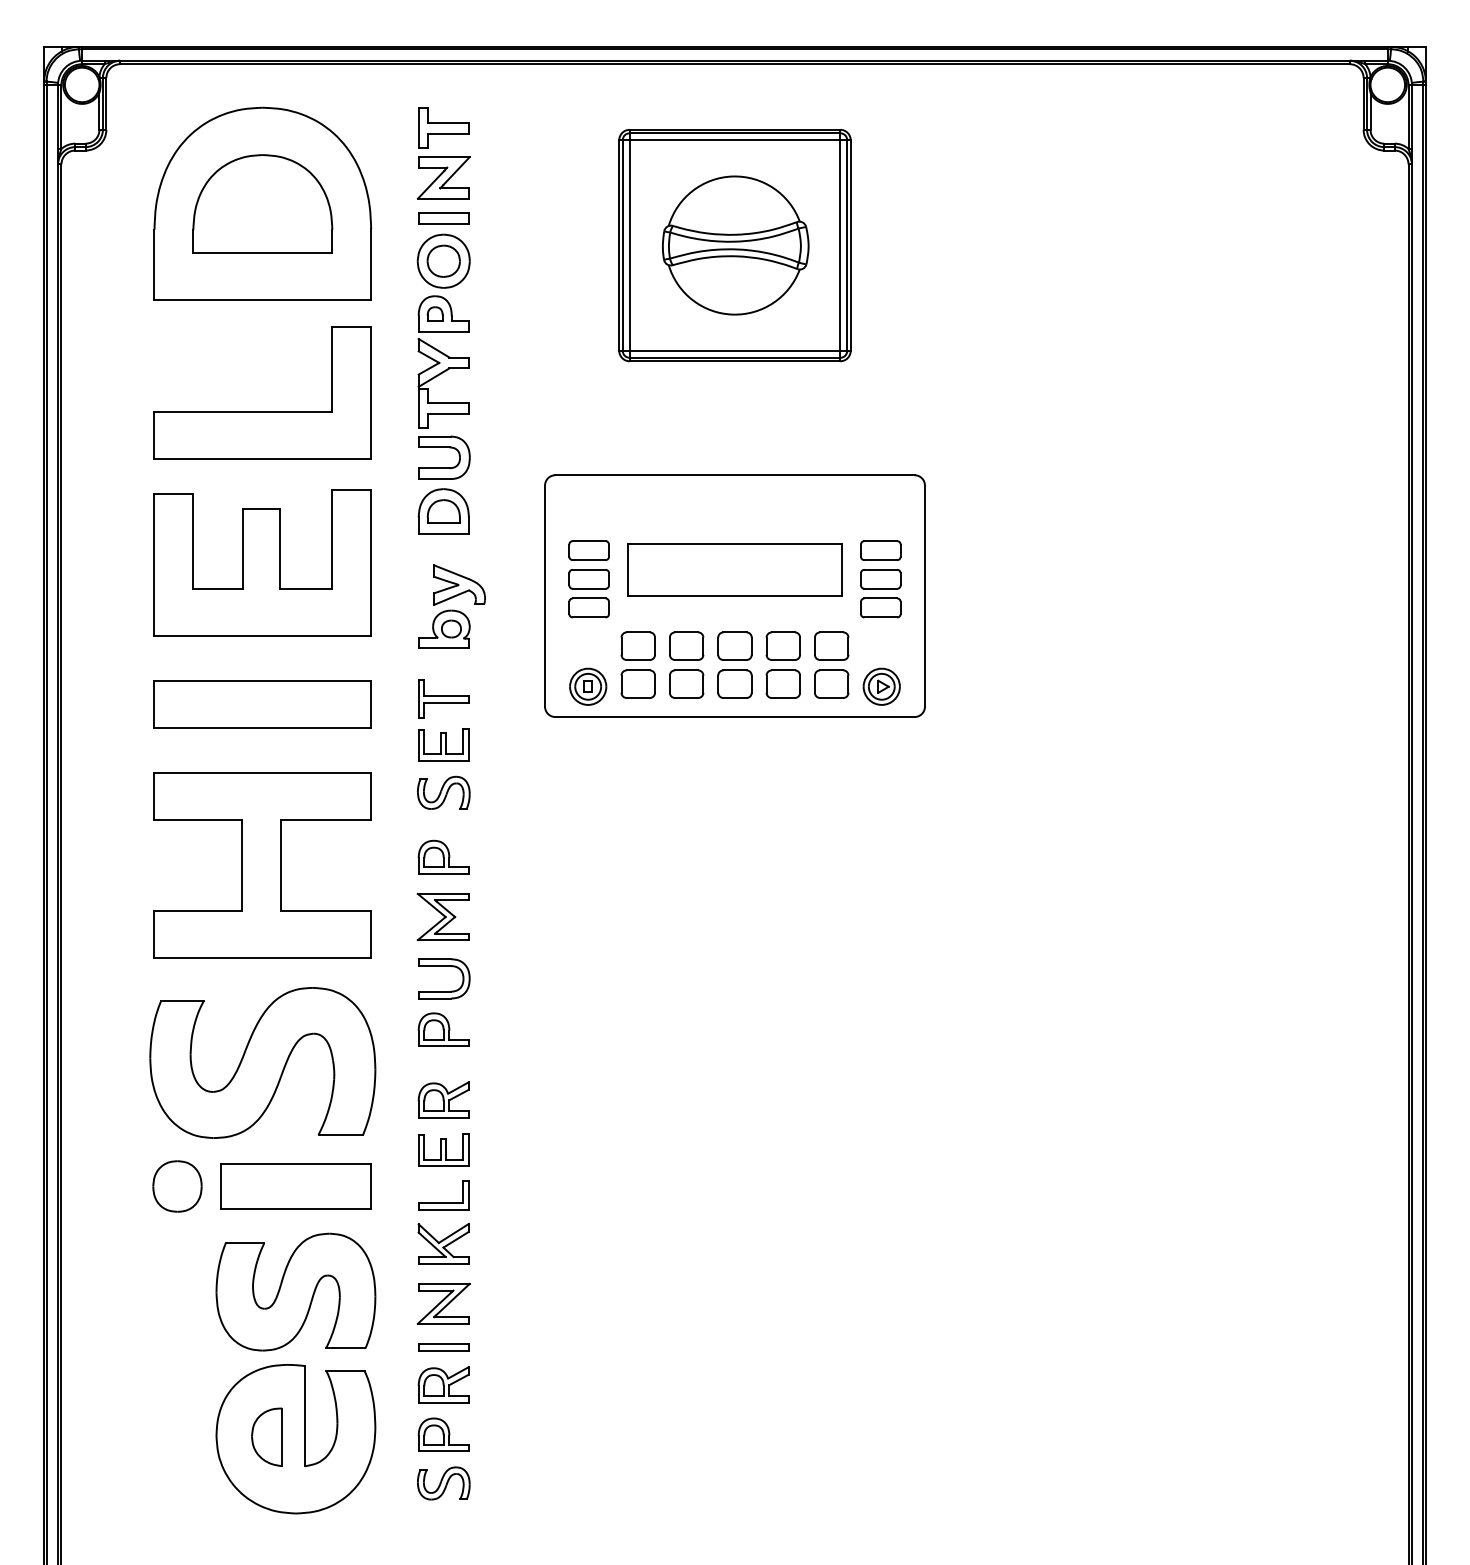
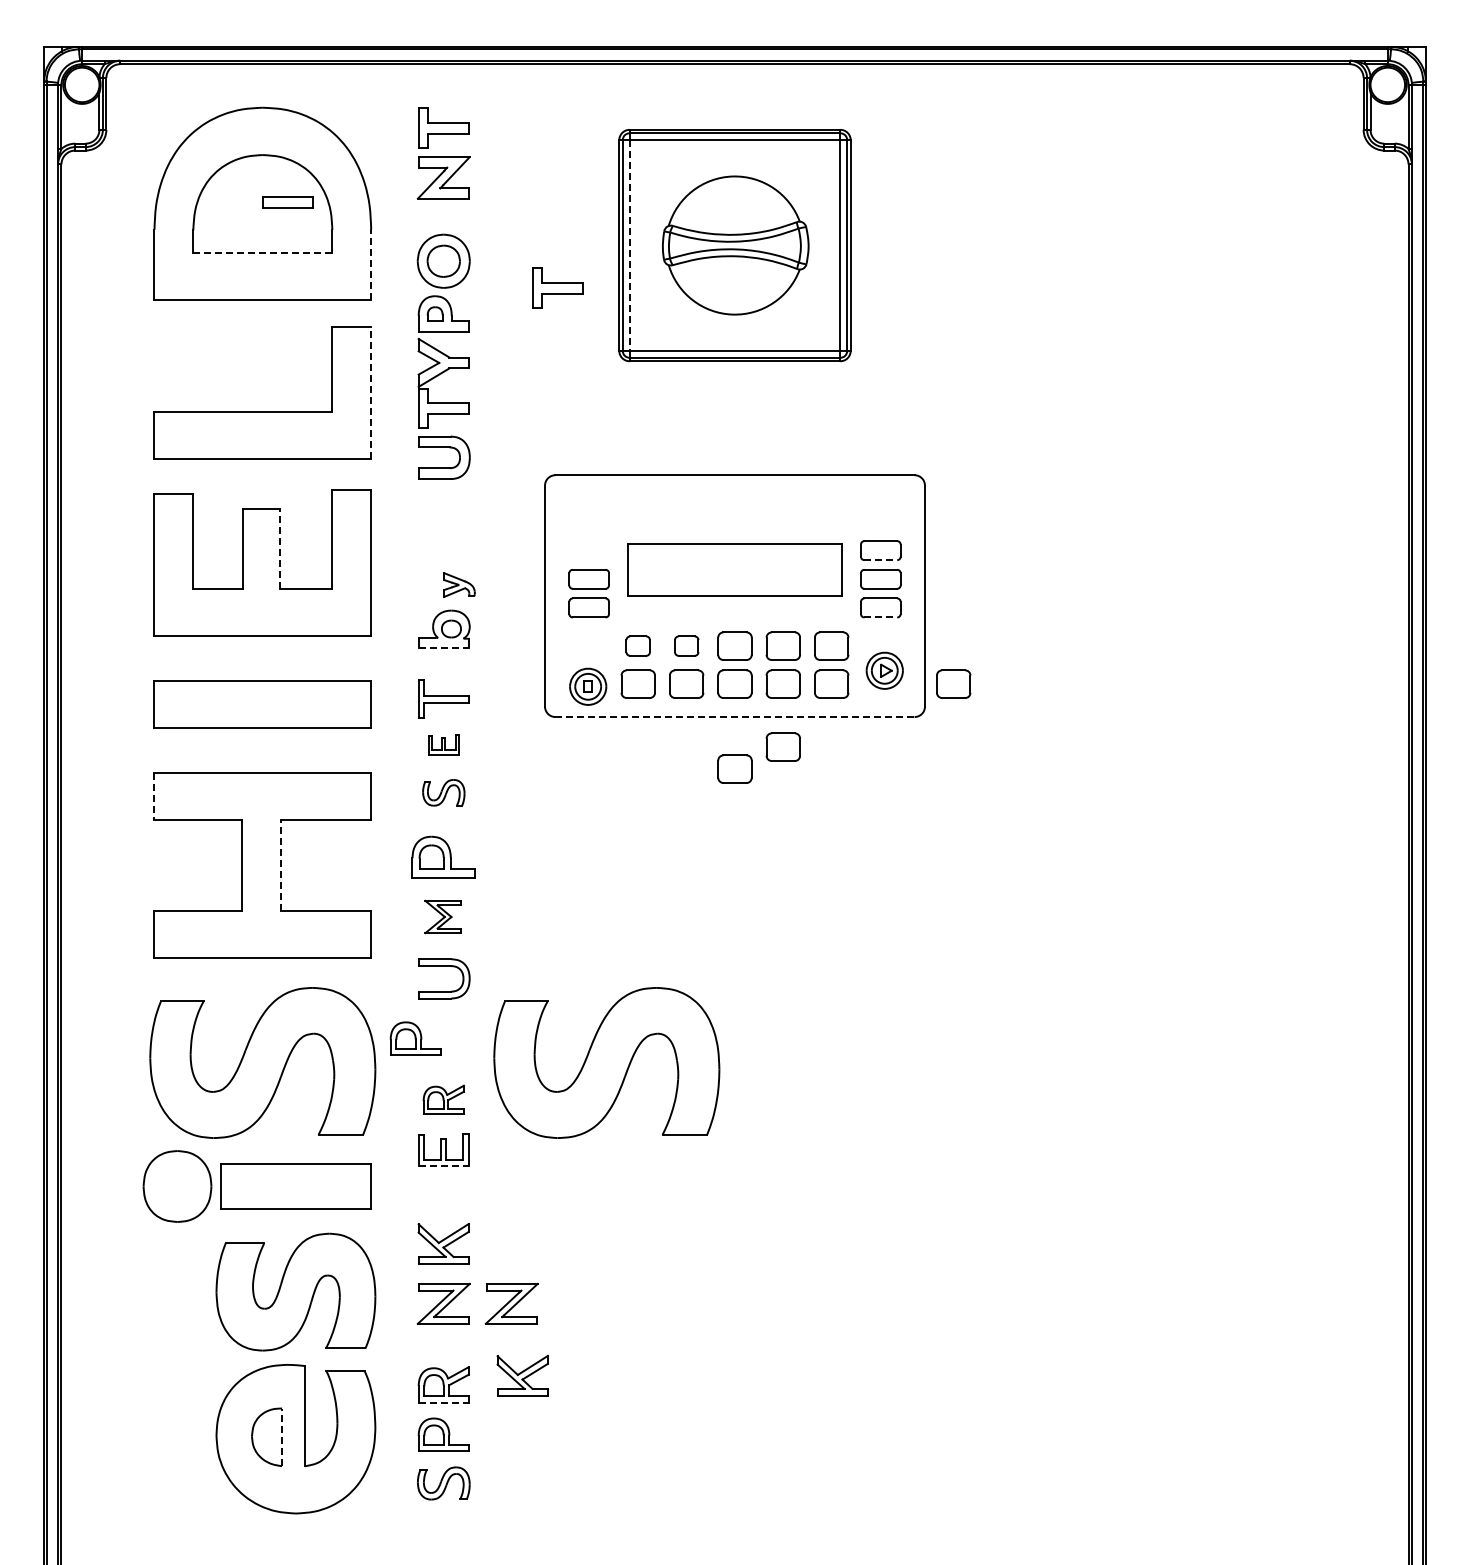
part at (443, 218) position: (443, 218) -> (287, 202)
line at (629, 246): solid -> dashed
line at (262, 253): solid -> dashed
line at (371, 264): solid -> dashed
part at (557, 287): none -> present
line at (371, 392): solid -> dashed
part at (443, 511): present -> none
line at (280, 548): solid -> dashed
part at (588, 550): present -> none
line at (881, 560): solid -> dashed
part at (459, 584) size: 53x42 px -> 33x26 px
line at (881, 617): solid -> dashed
part at (637, 645) size: 36x30 px -> 26x22 px
part at (686, 645) size: 36x30 px -> 26x22 px
line at (444, 648): solid -> dashed
part at (953, 683): none -> present
part at (881, 686) position: (881, 686) -> (884, 670)
line at (735, 717): solid -> dashed
part at (443, 744) size: 52x34 px -> 32x22 px
part at (782, 746): none -> present
part at (734, 768): none -> present
part at (443, 792) size: 54x35 px -> 44x28 px
line at (154, 796): solid -> dashed
part at (443, 856) size: 53x36 px -> 65x44 px
line at (280, 865): solid -> dashed
part at (442, 916) size: 54x50 px -> 38x36 px
part at (443, 1029) position: (443, 1029) -> (415, 1038)
part at (606, 1062): none -> present
part at (443, 1099) size: 53x38 px -> 43x31 px
line at (444, 1166): solid -> dashed
part at (177, 1186) size: 51x53 px -> 71x73 px
part at (443, 1202): present -> none
part at (511, 1303): none -> present
part at (443, 1347): present -> none
part at (522, 1375): none -> present
line at (444, 1402): solid -> dashed
line at (282, 1437): solid -> dashed
